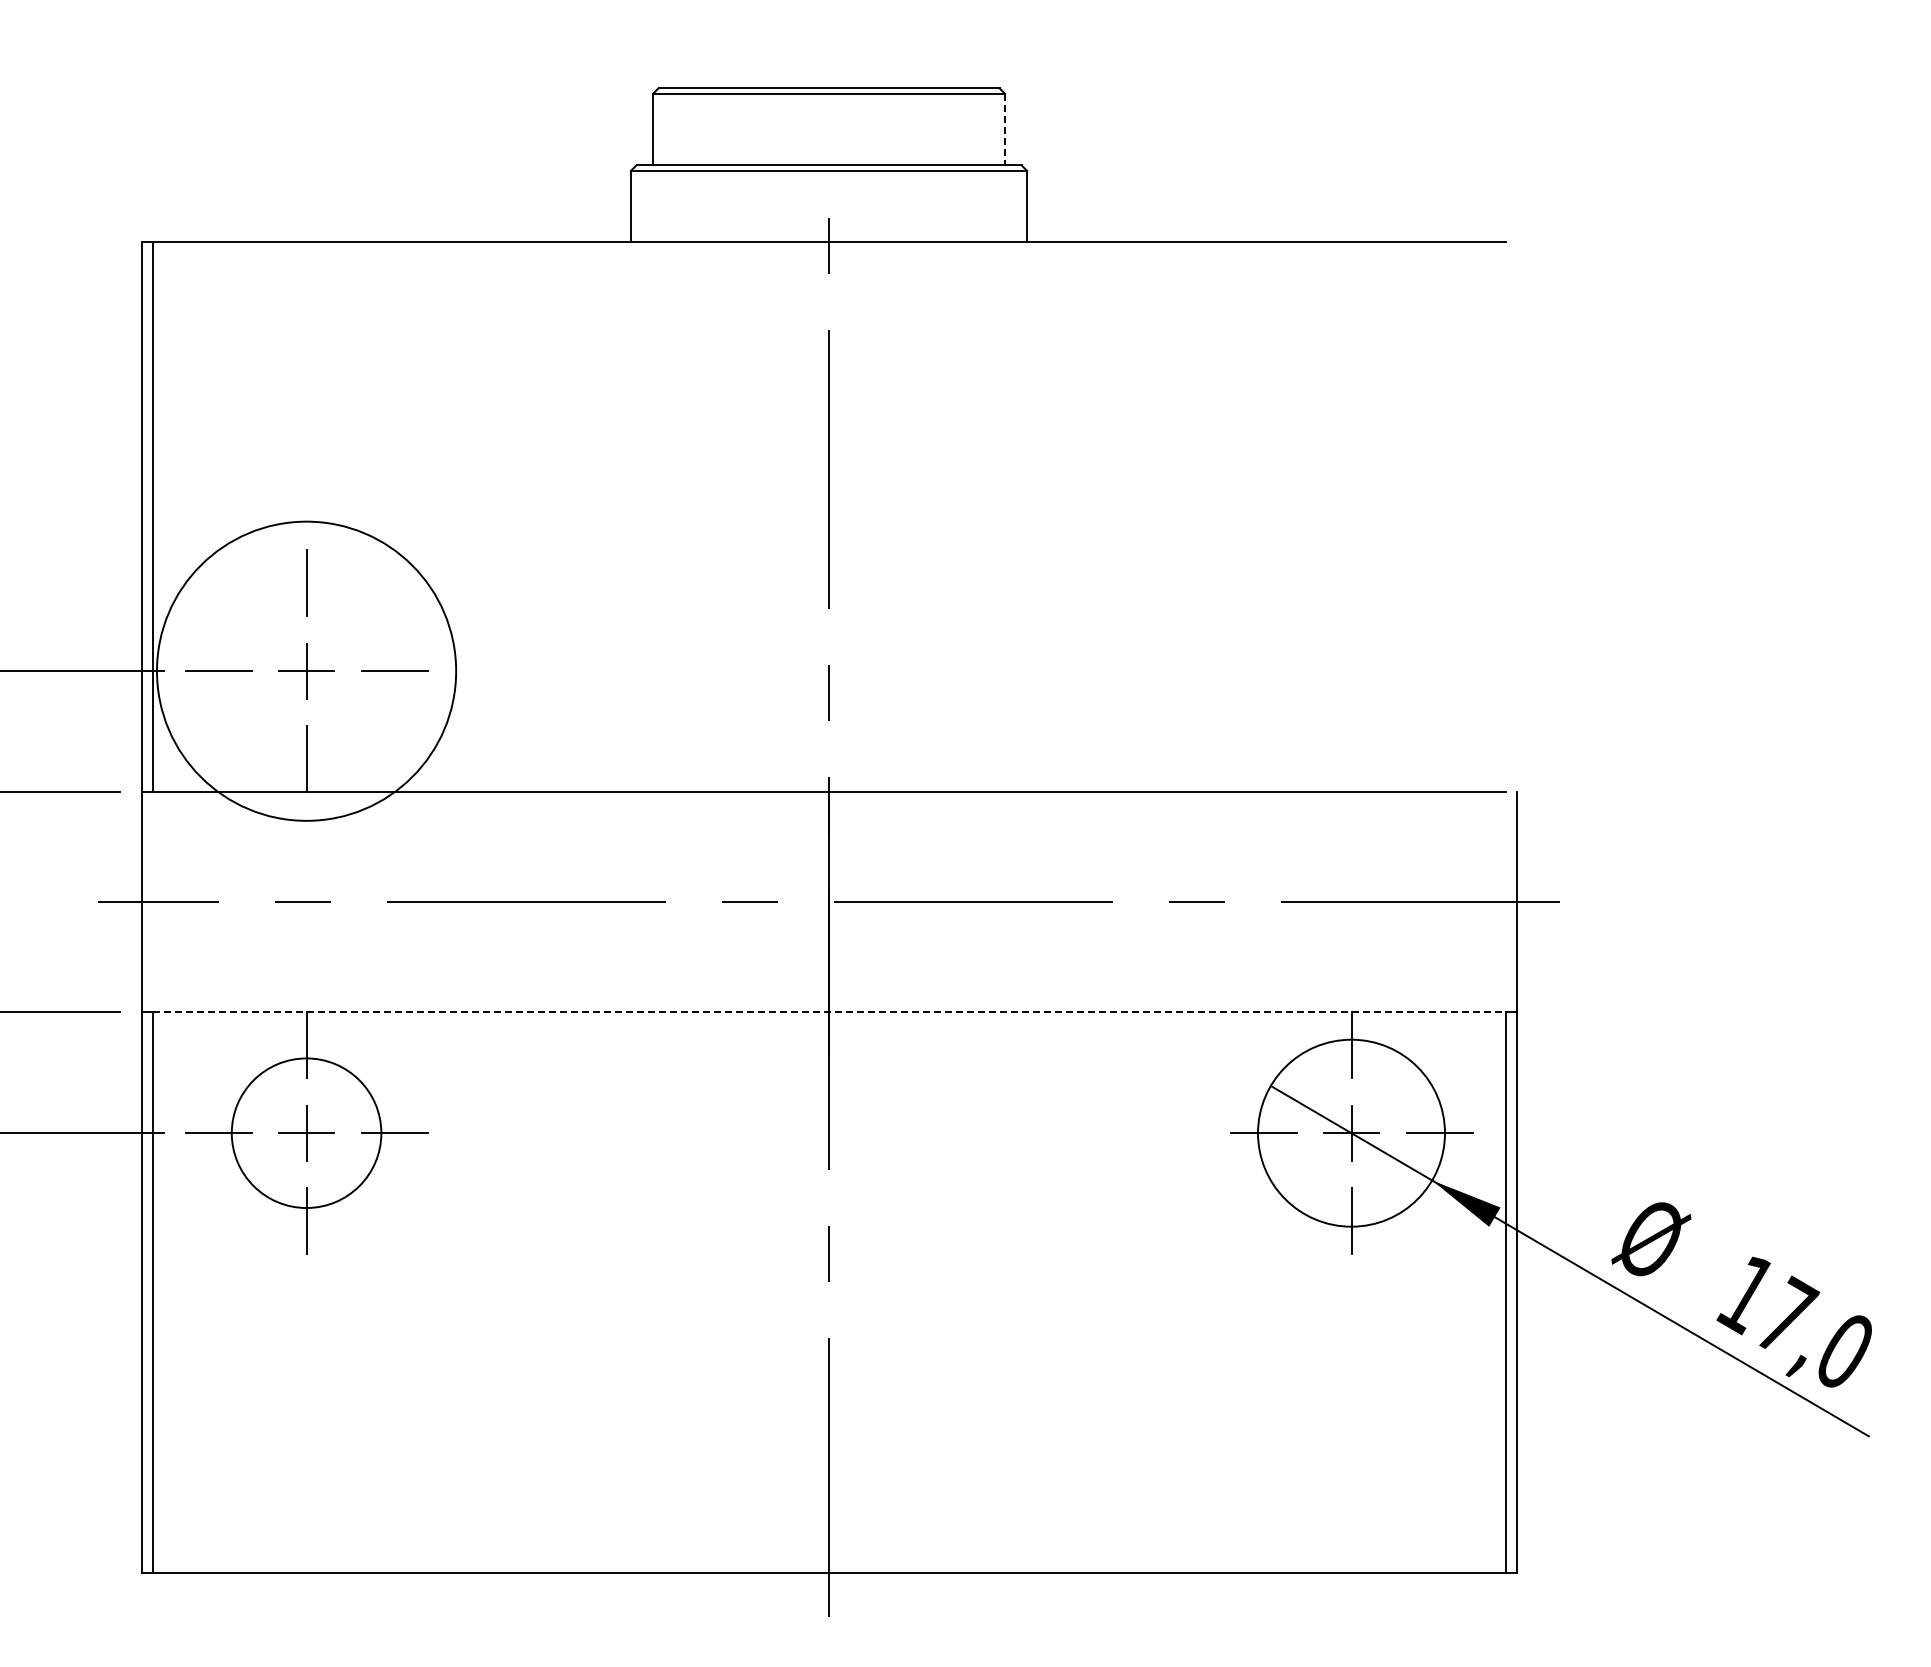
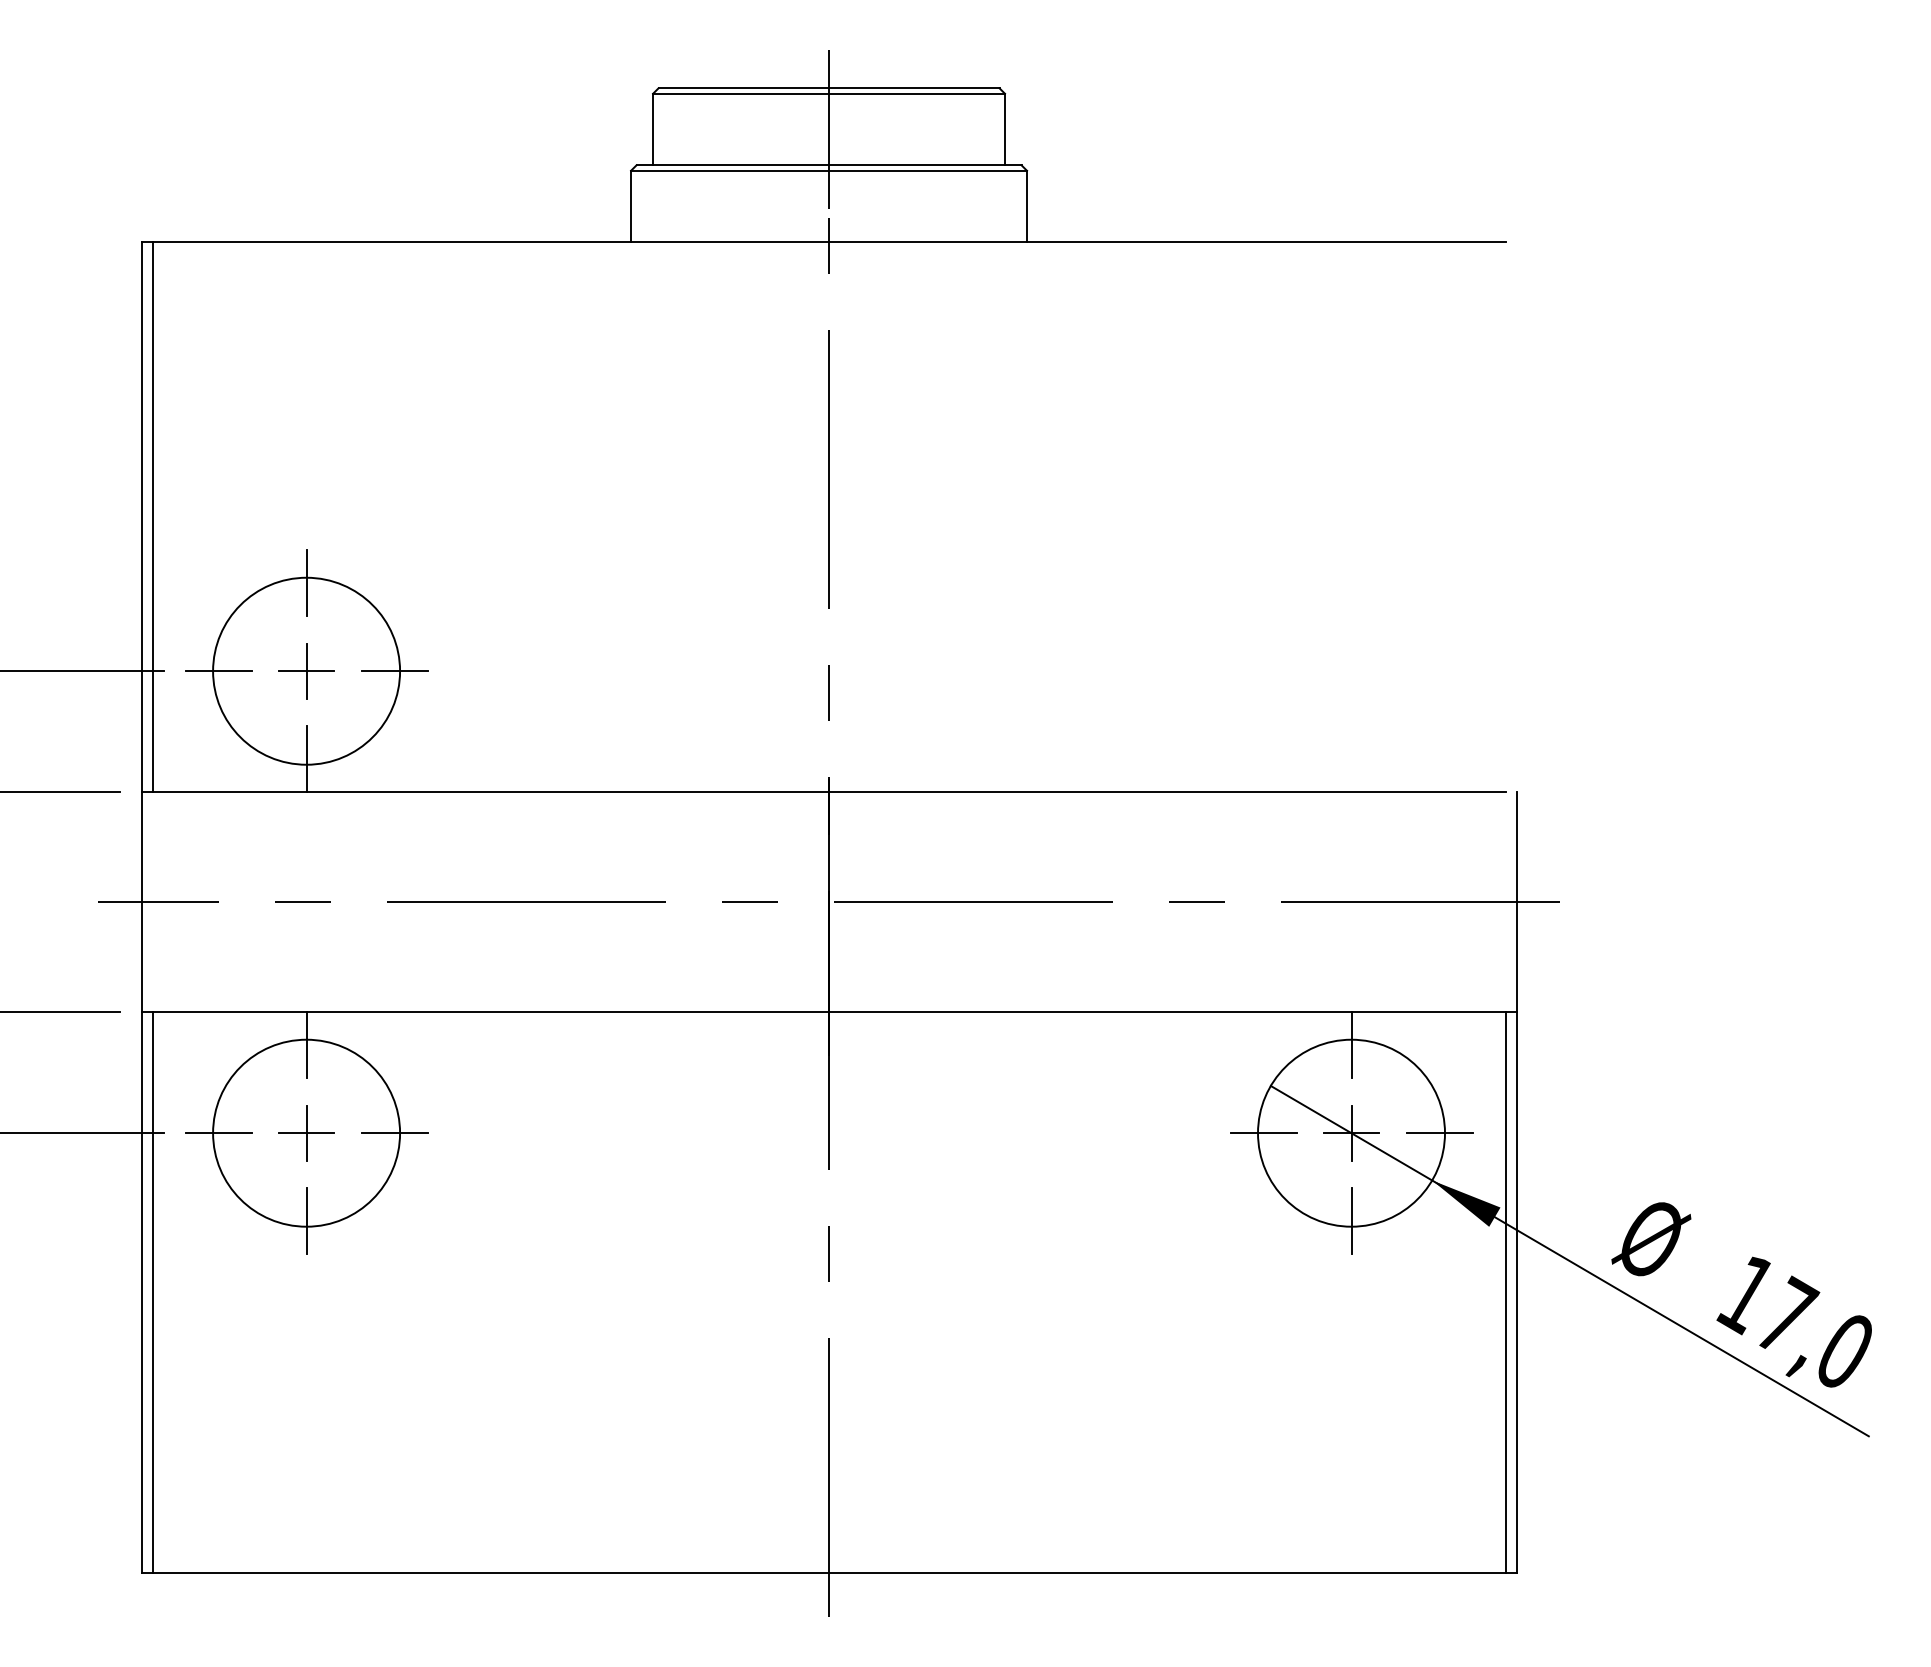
line at (829, 129): none -> present
line at (1005, 129): dashed -> solid
circle at (306, 670) diameter: 299 px -> 187 px
line at (829, 1012): dashed -> solid
circle at (306, 1133) diameter: 150 px -> 187 px
